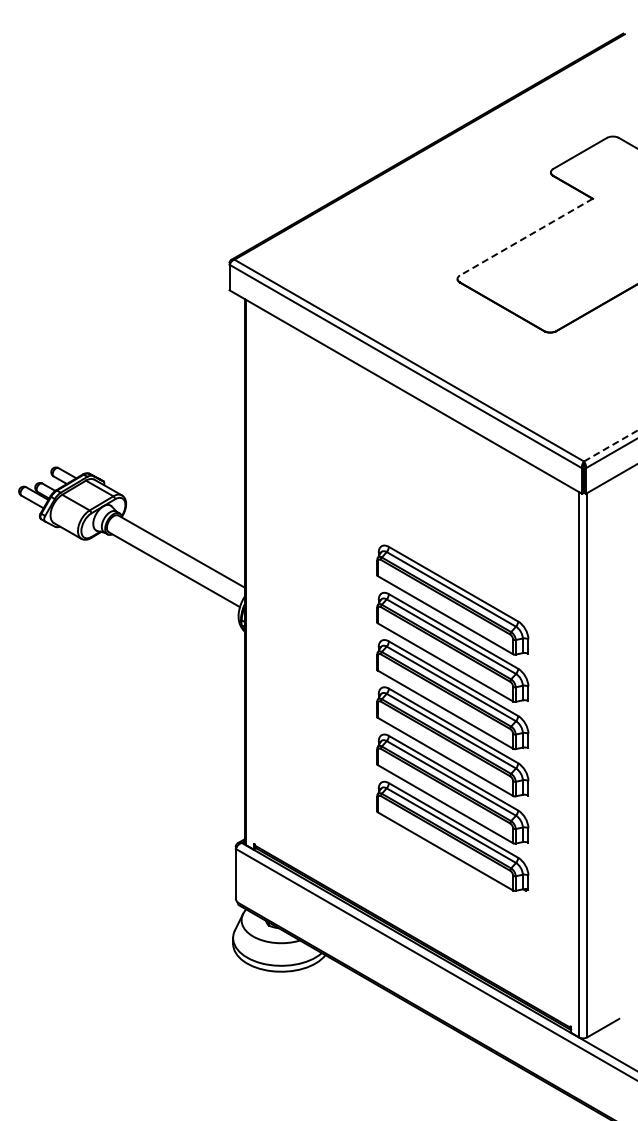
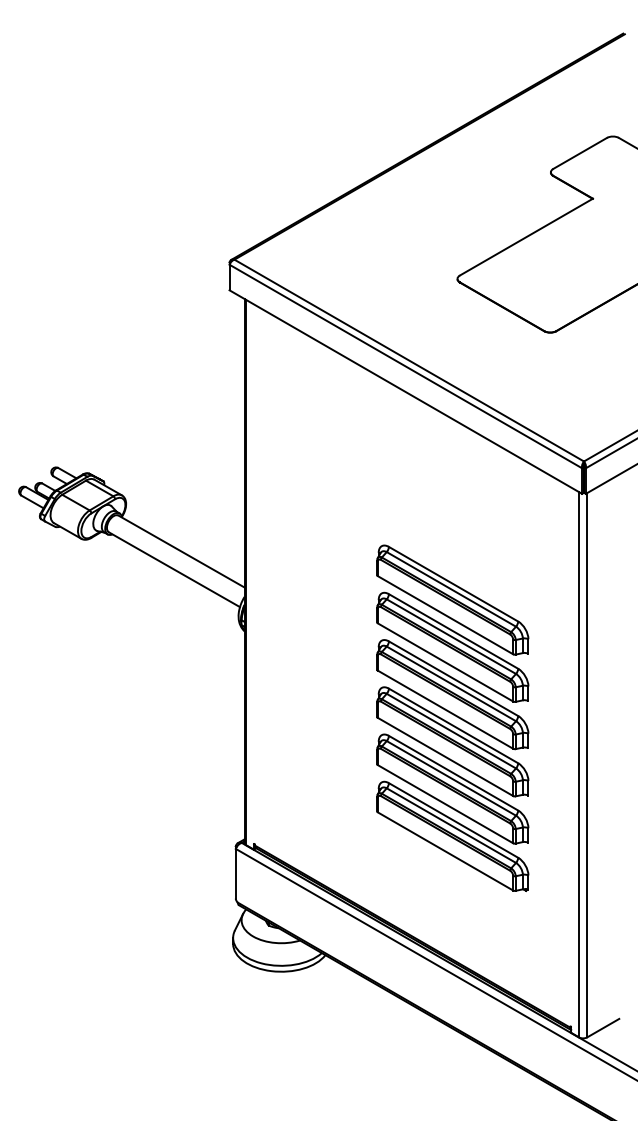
line at (526, 237): dashed -> solid
line at (610, 446): dashed -> solid
